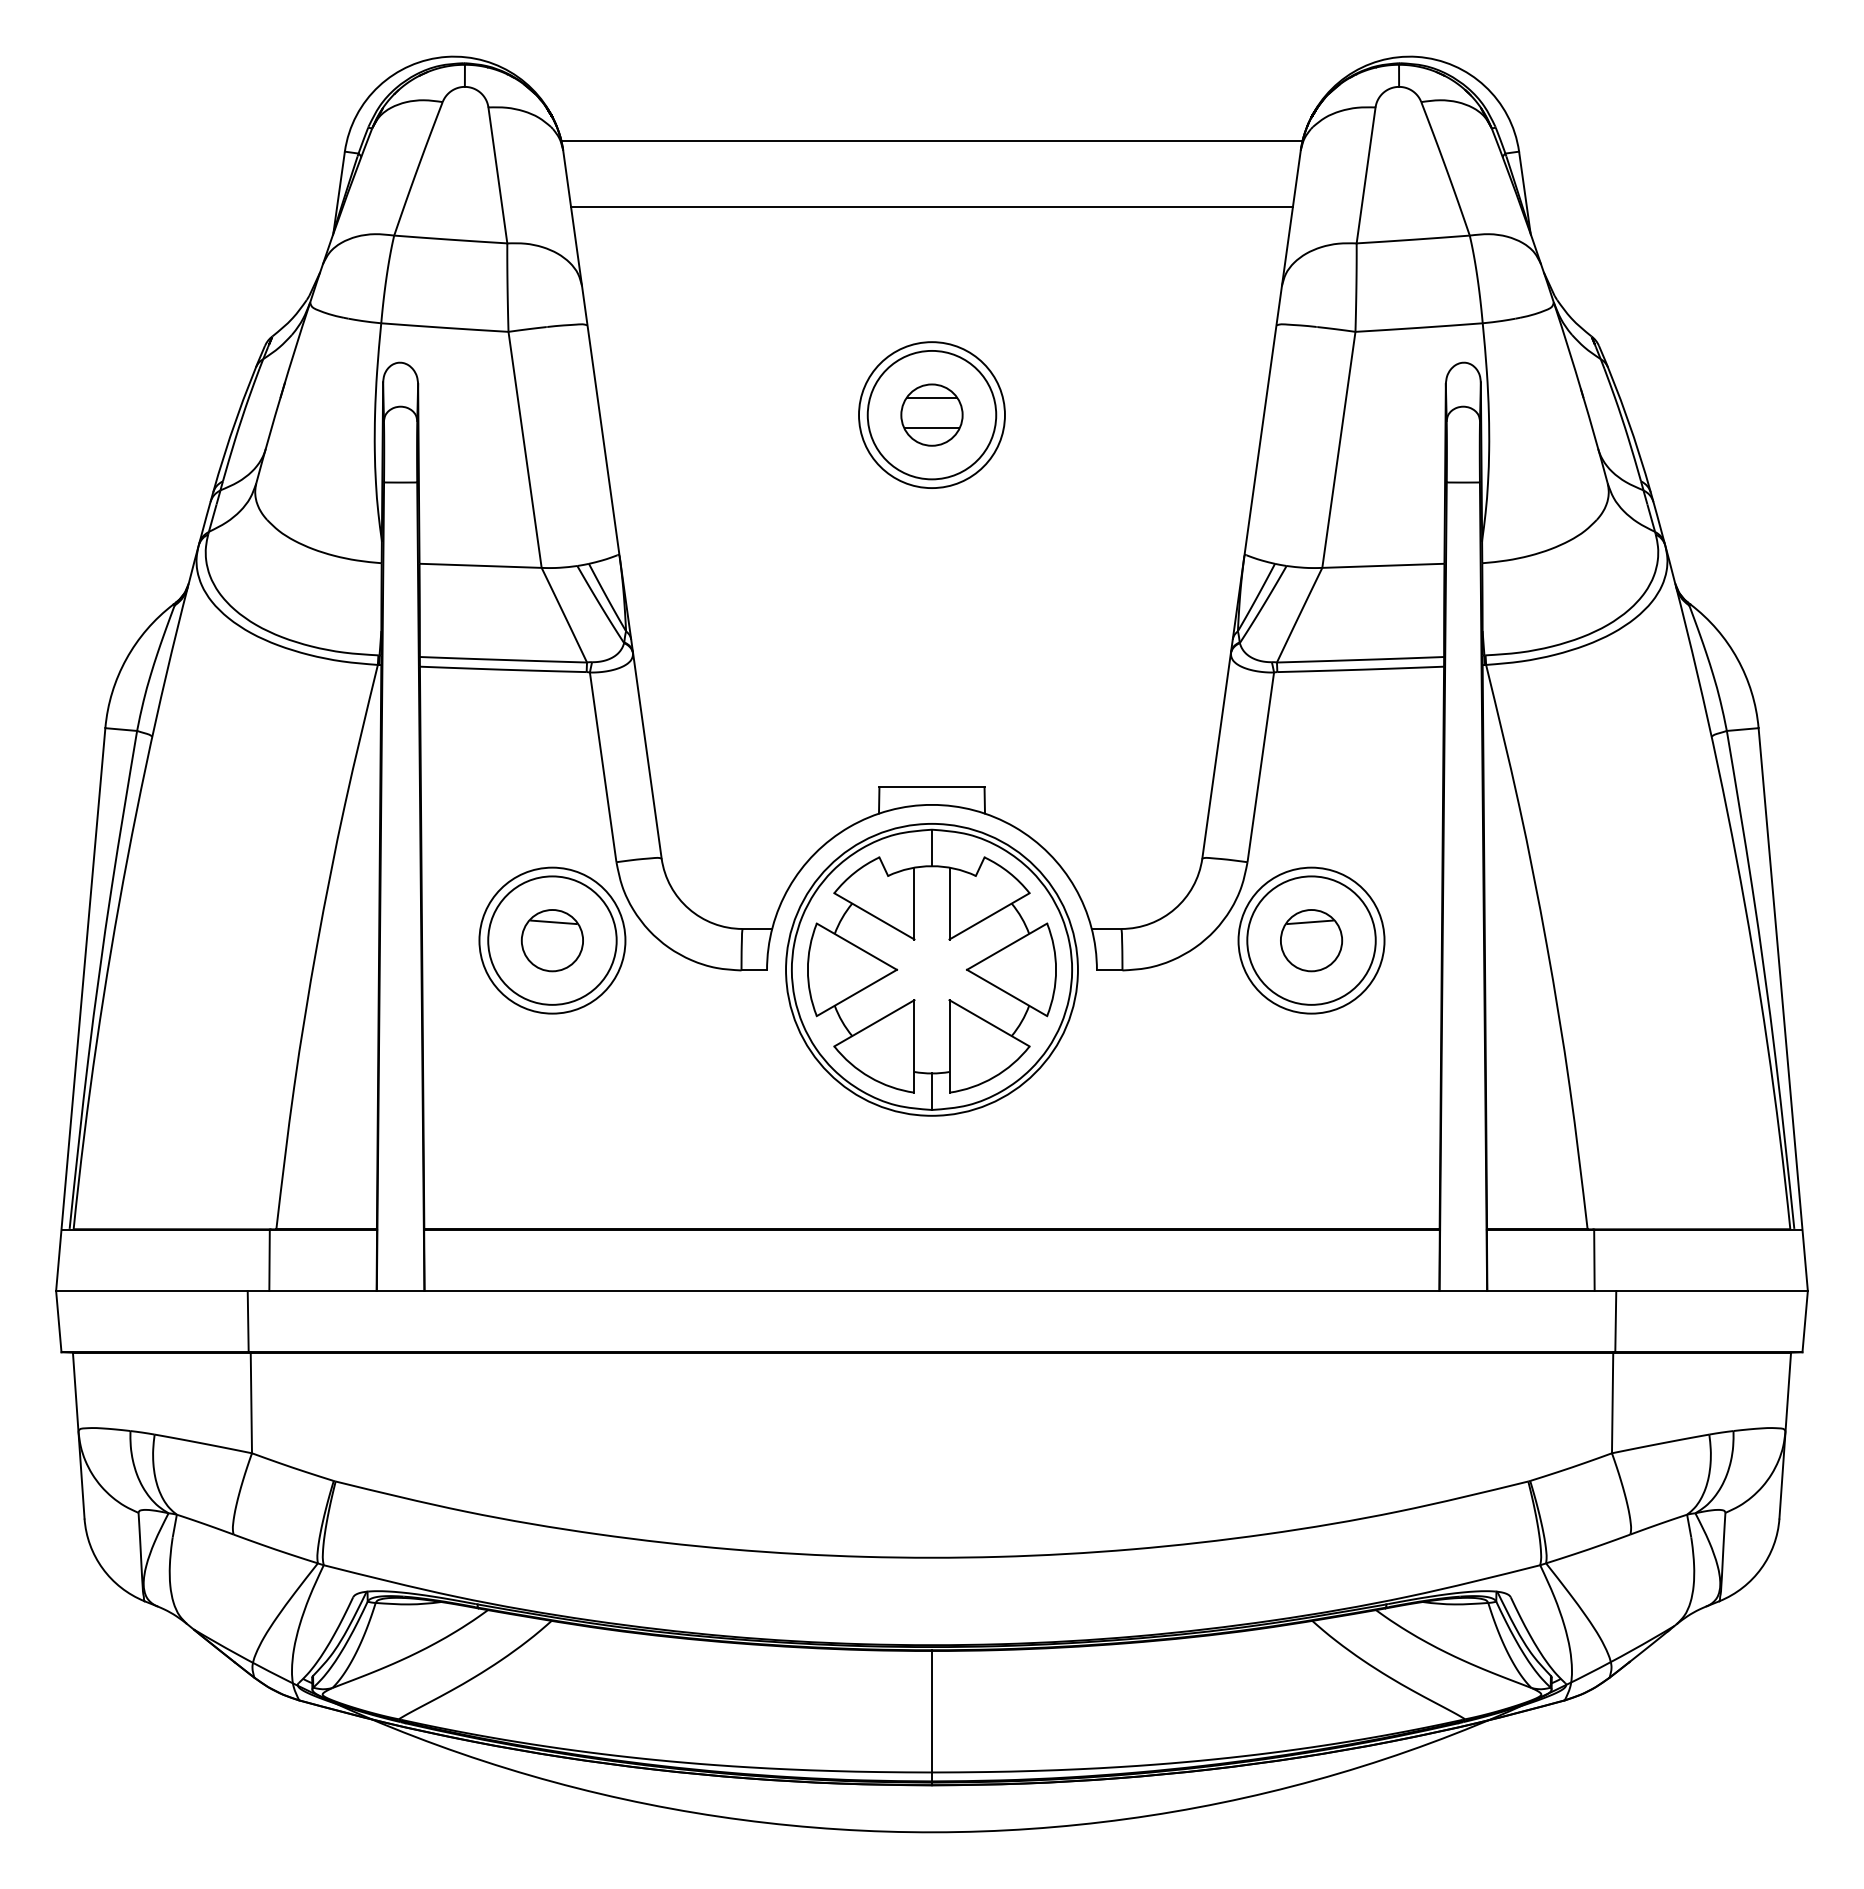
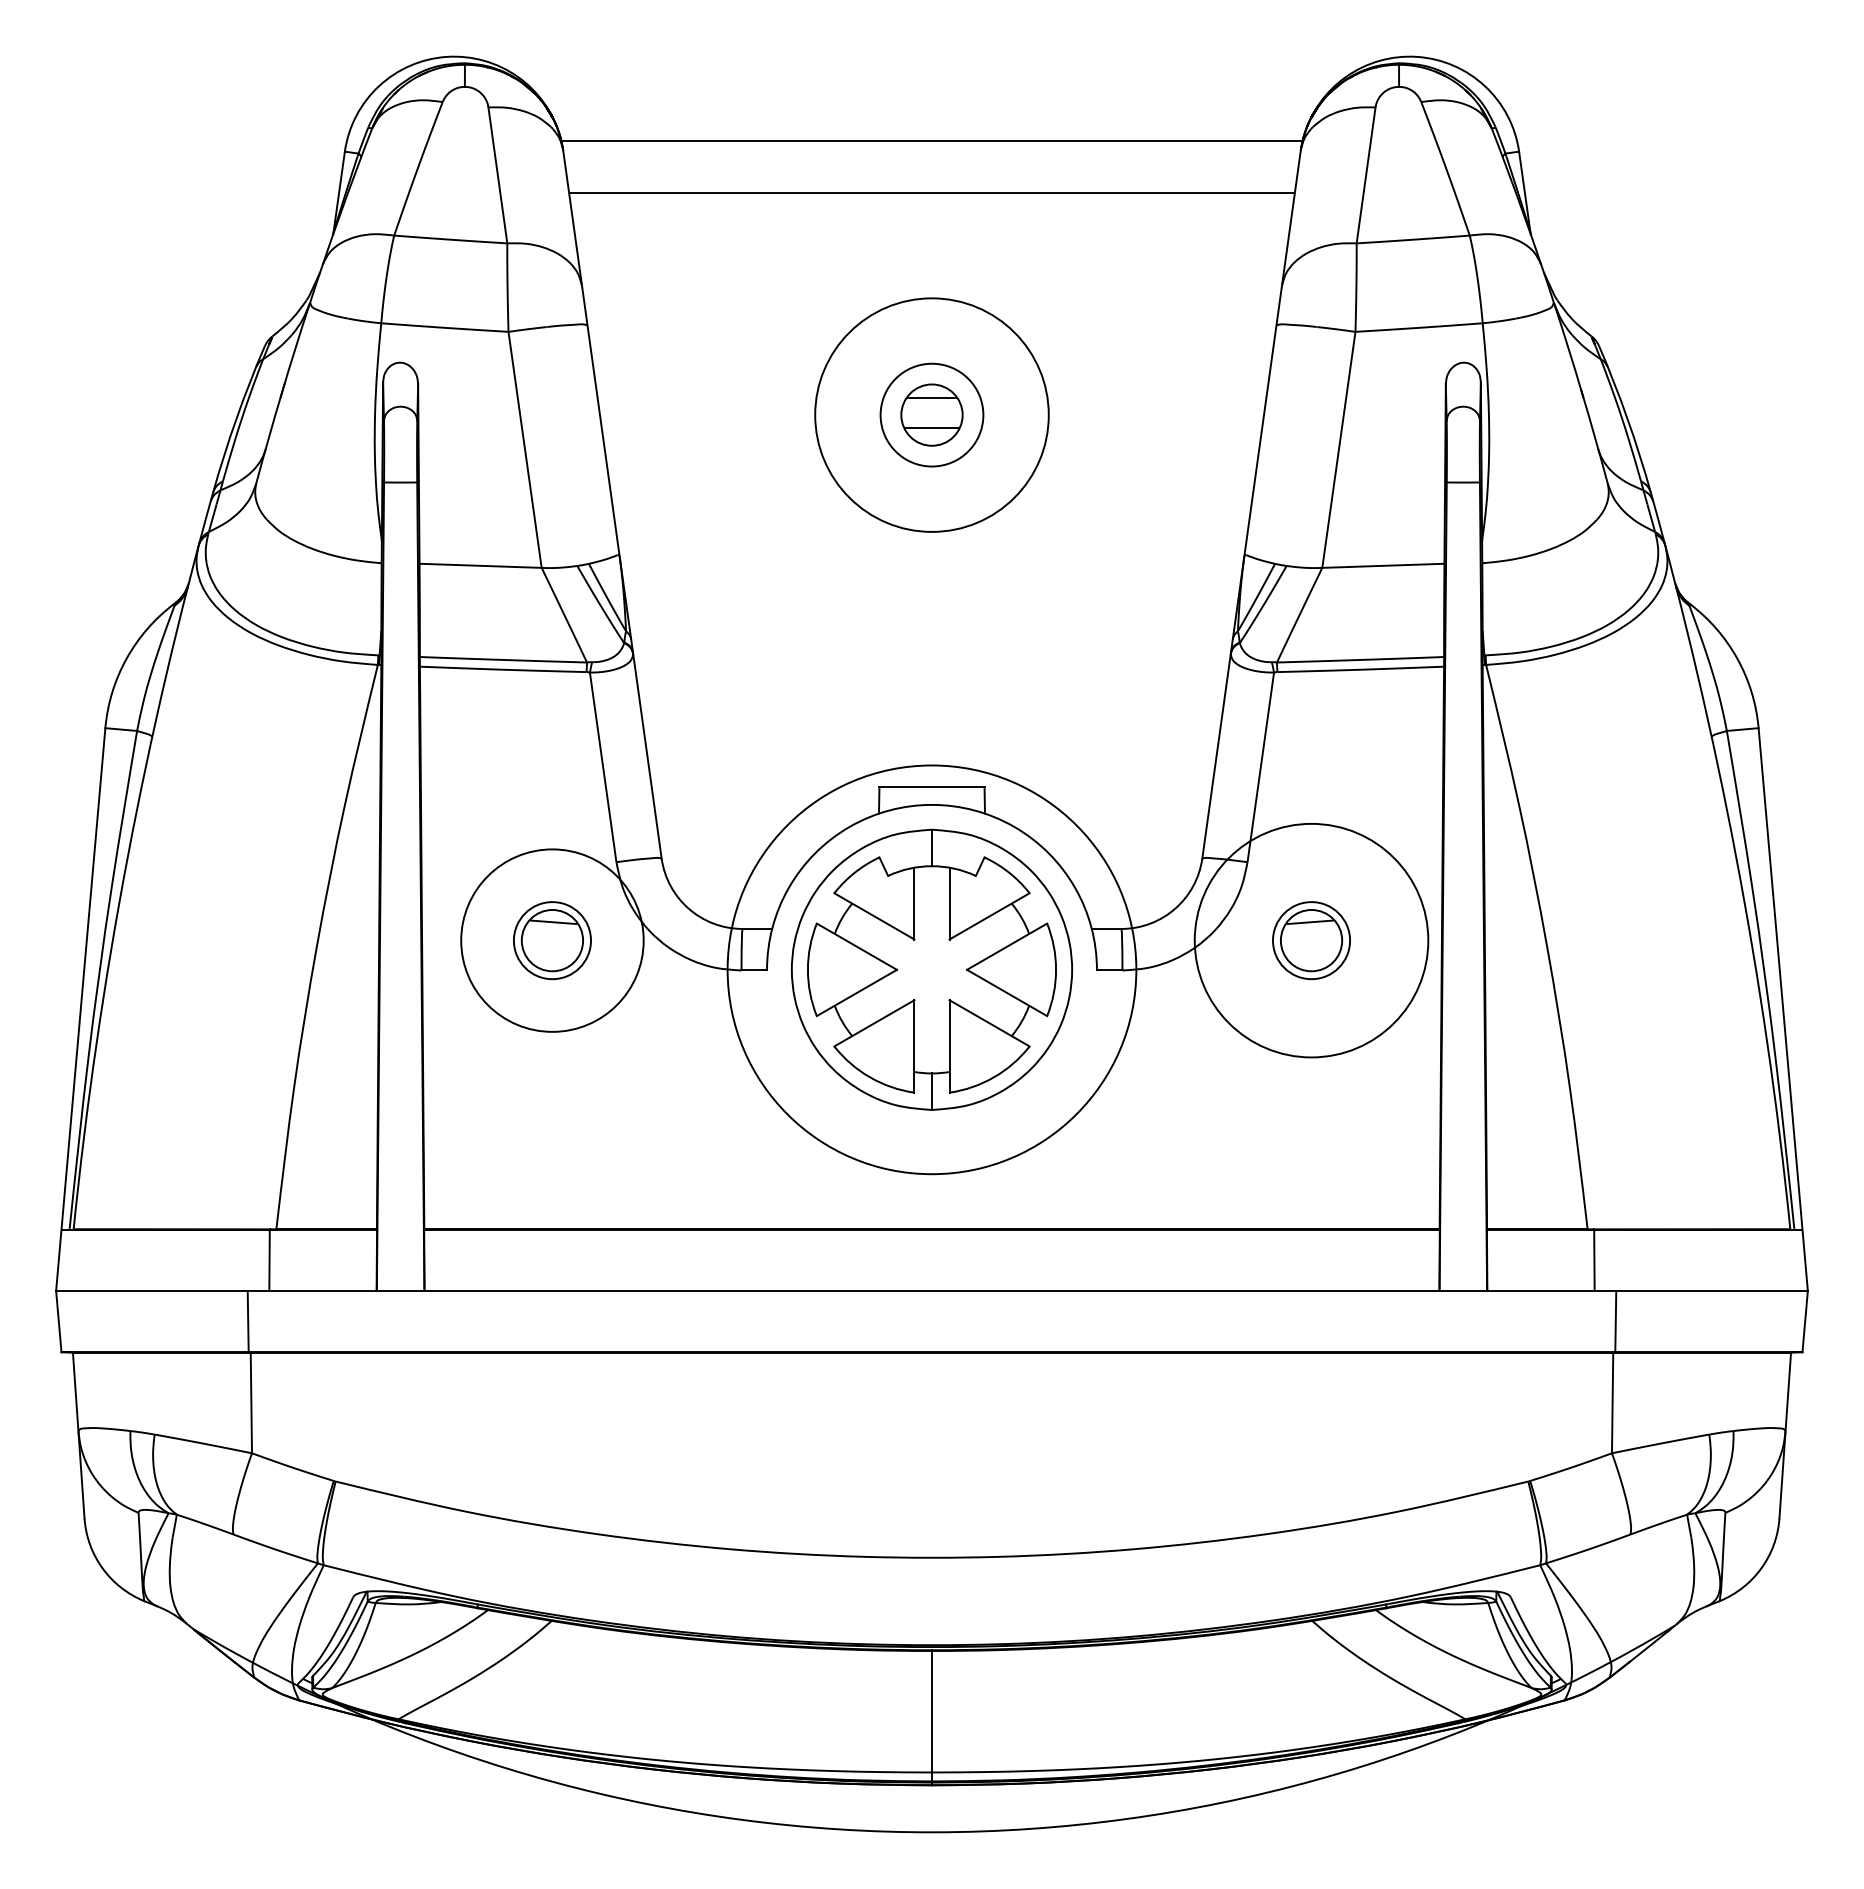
line at (931, 207) position: (931, 207) -> (931, 193)
circle at (931, 414) diameter: 128 px -> 103 px
circle at (931, 415) diameter: 146 px -> 234 px
circle at (552, 940) diameter: 128 px -> 77 px
circle at (552, 940) diameter: 146 px -> 182 px
circle at (1311, 940) diameter: 128 px -> 77 px
circle at (1311, 940) diameter: 146 px -> 234 px
circle at (931, 969) diameter: 292 px -> 409 px
